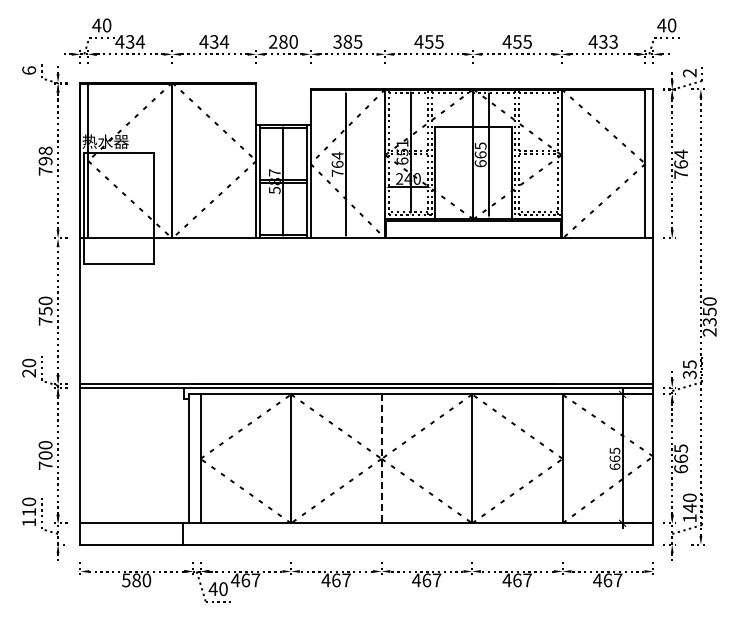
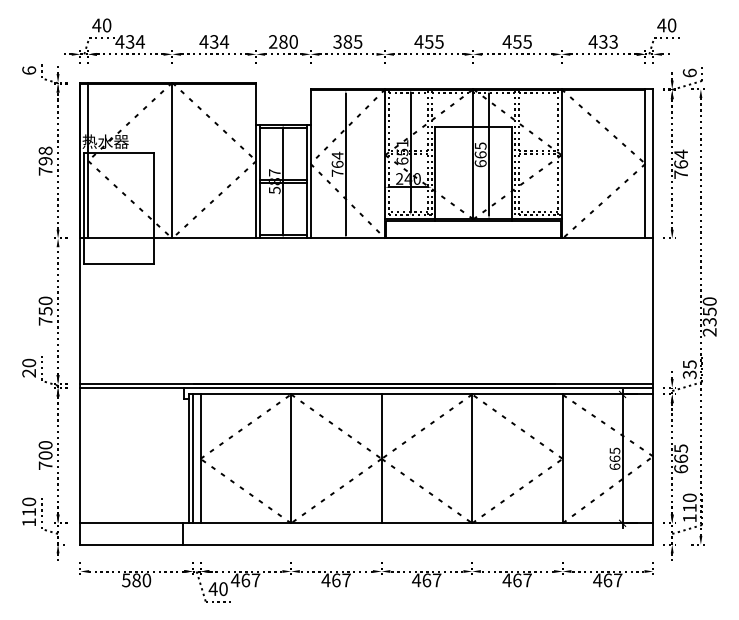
text at (689, 72): 2 -> 6
line at (192, 458): none -> present
line at (381, 459): dashed -> solid
text at (689, 507): 140 -> 110
